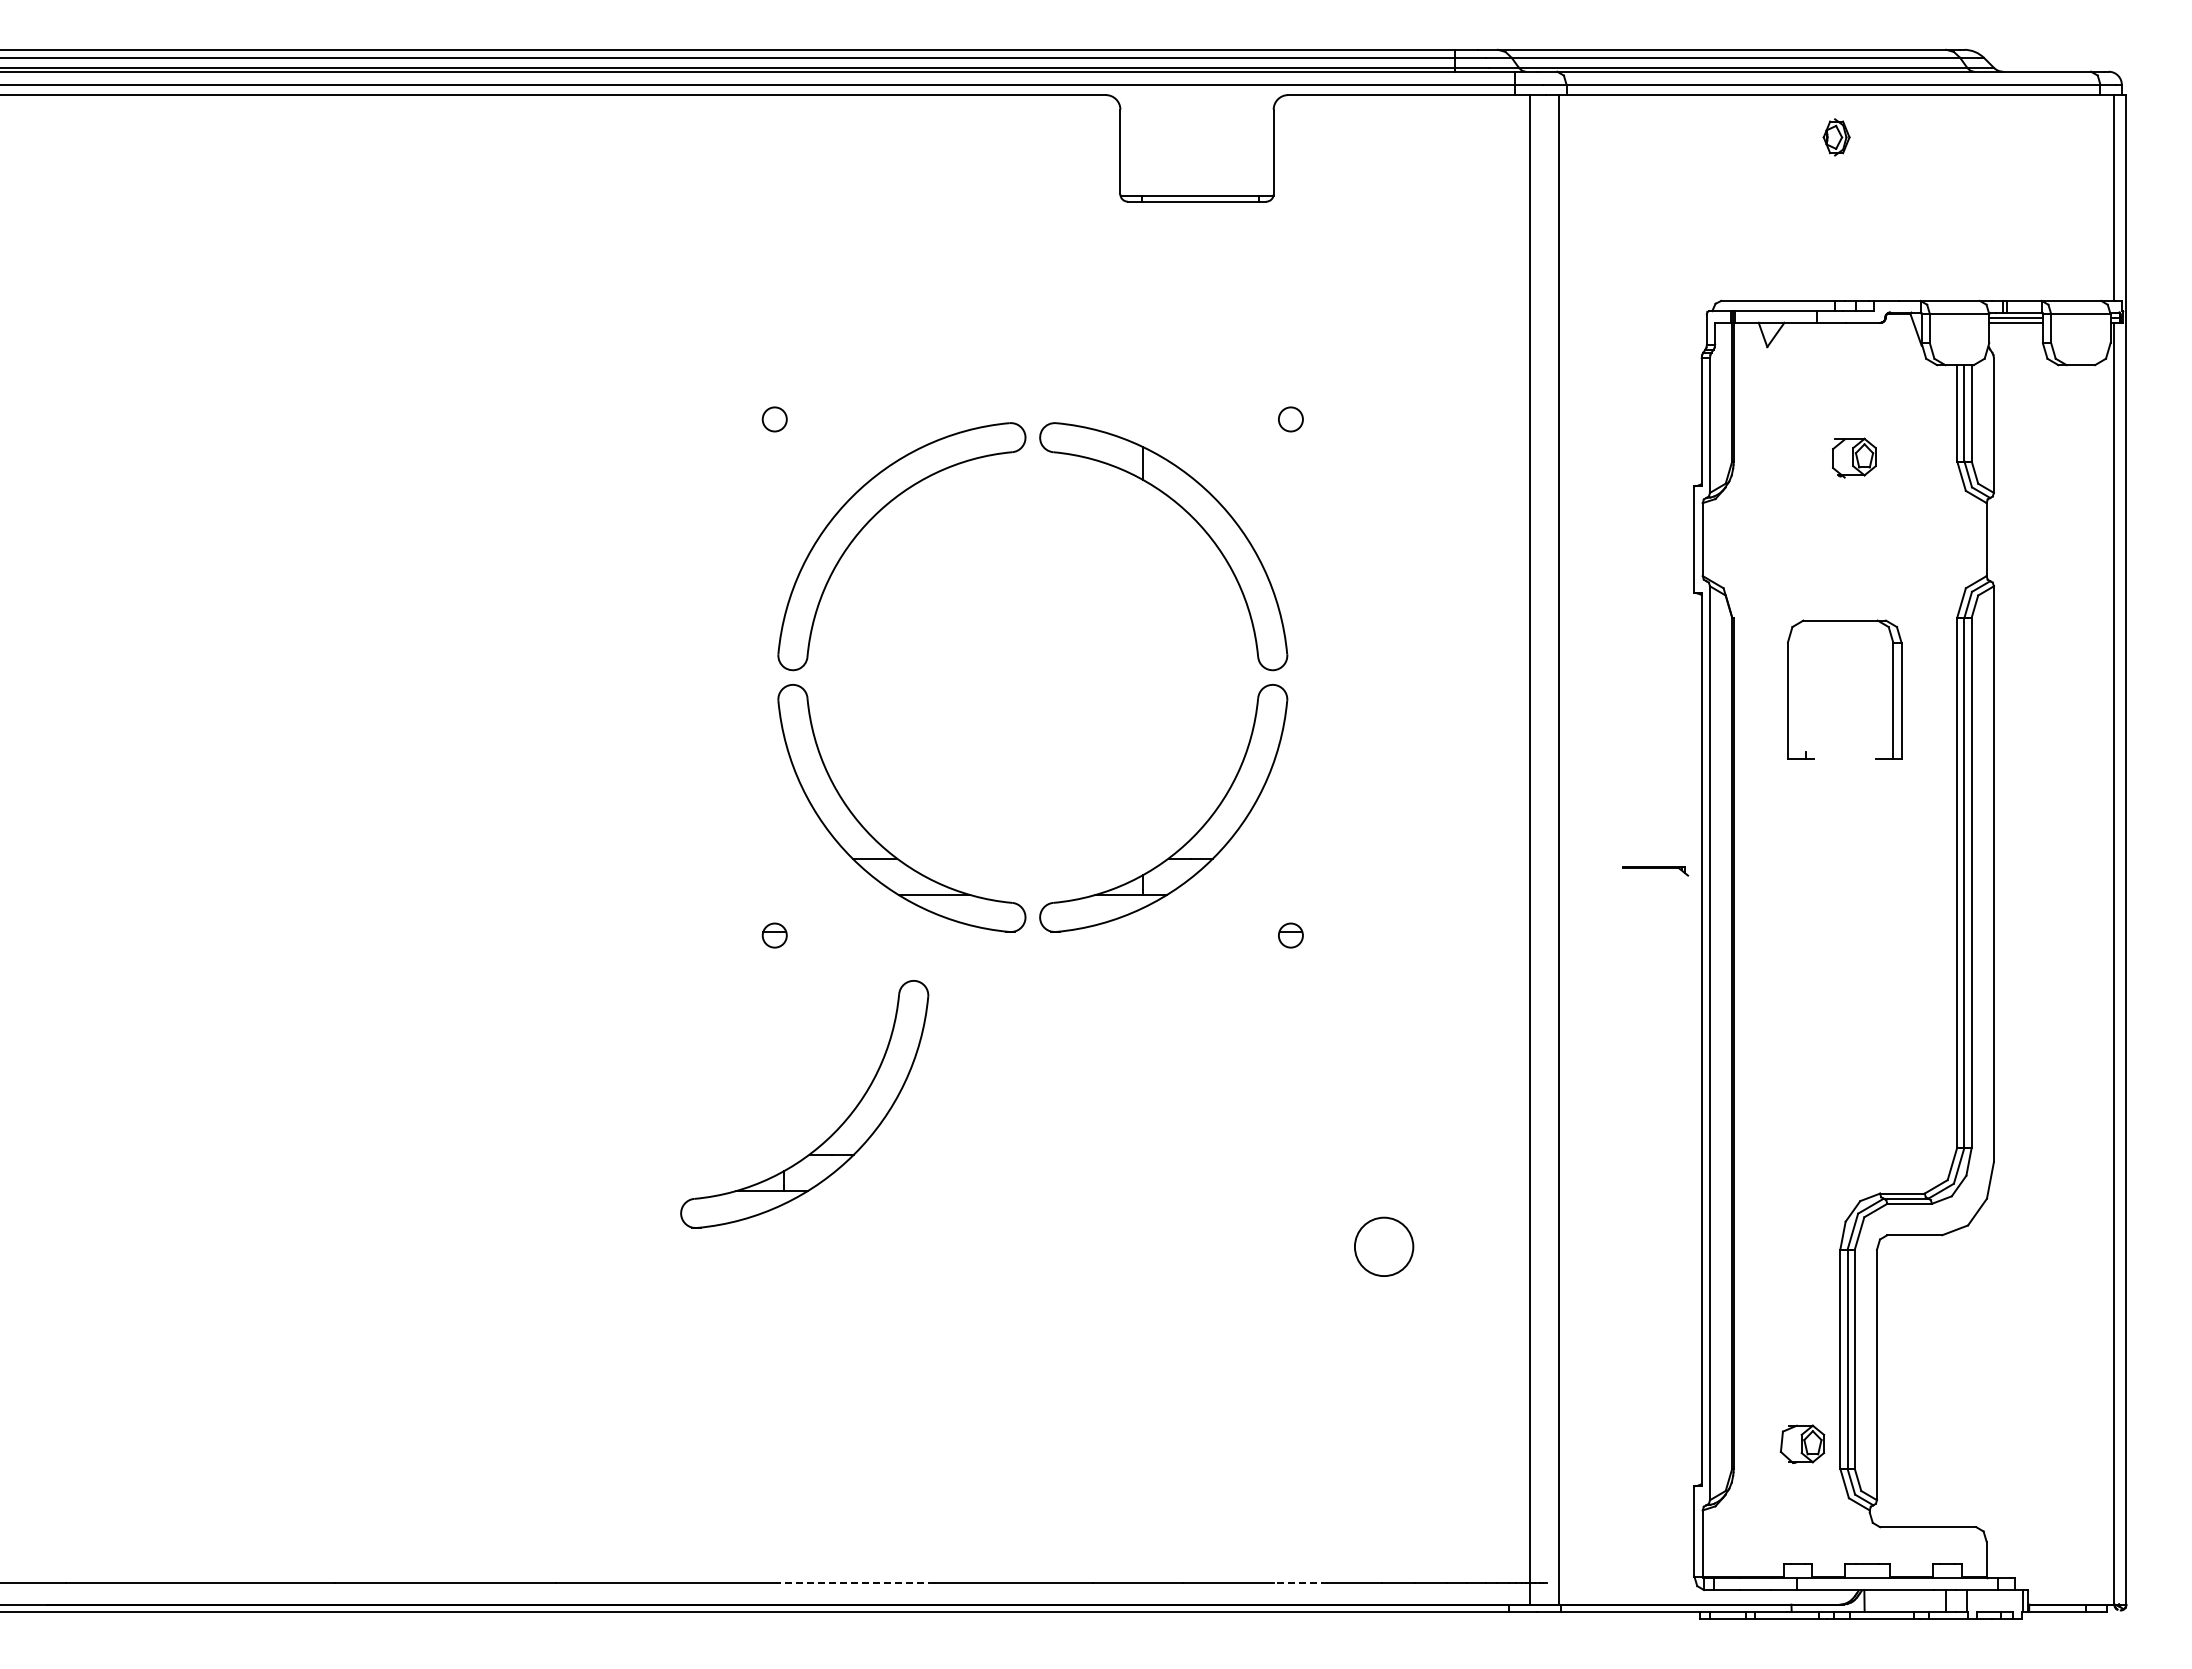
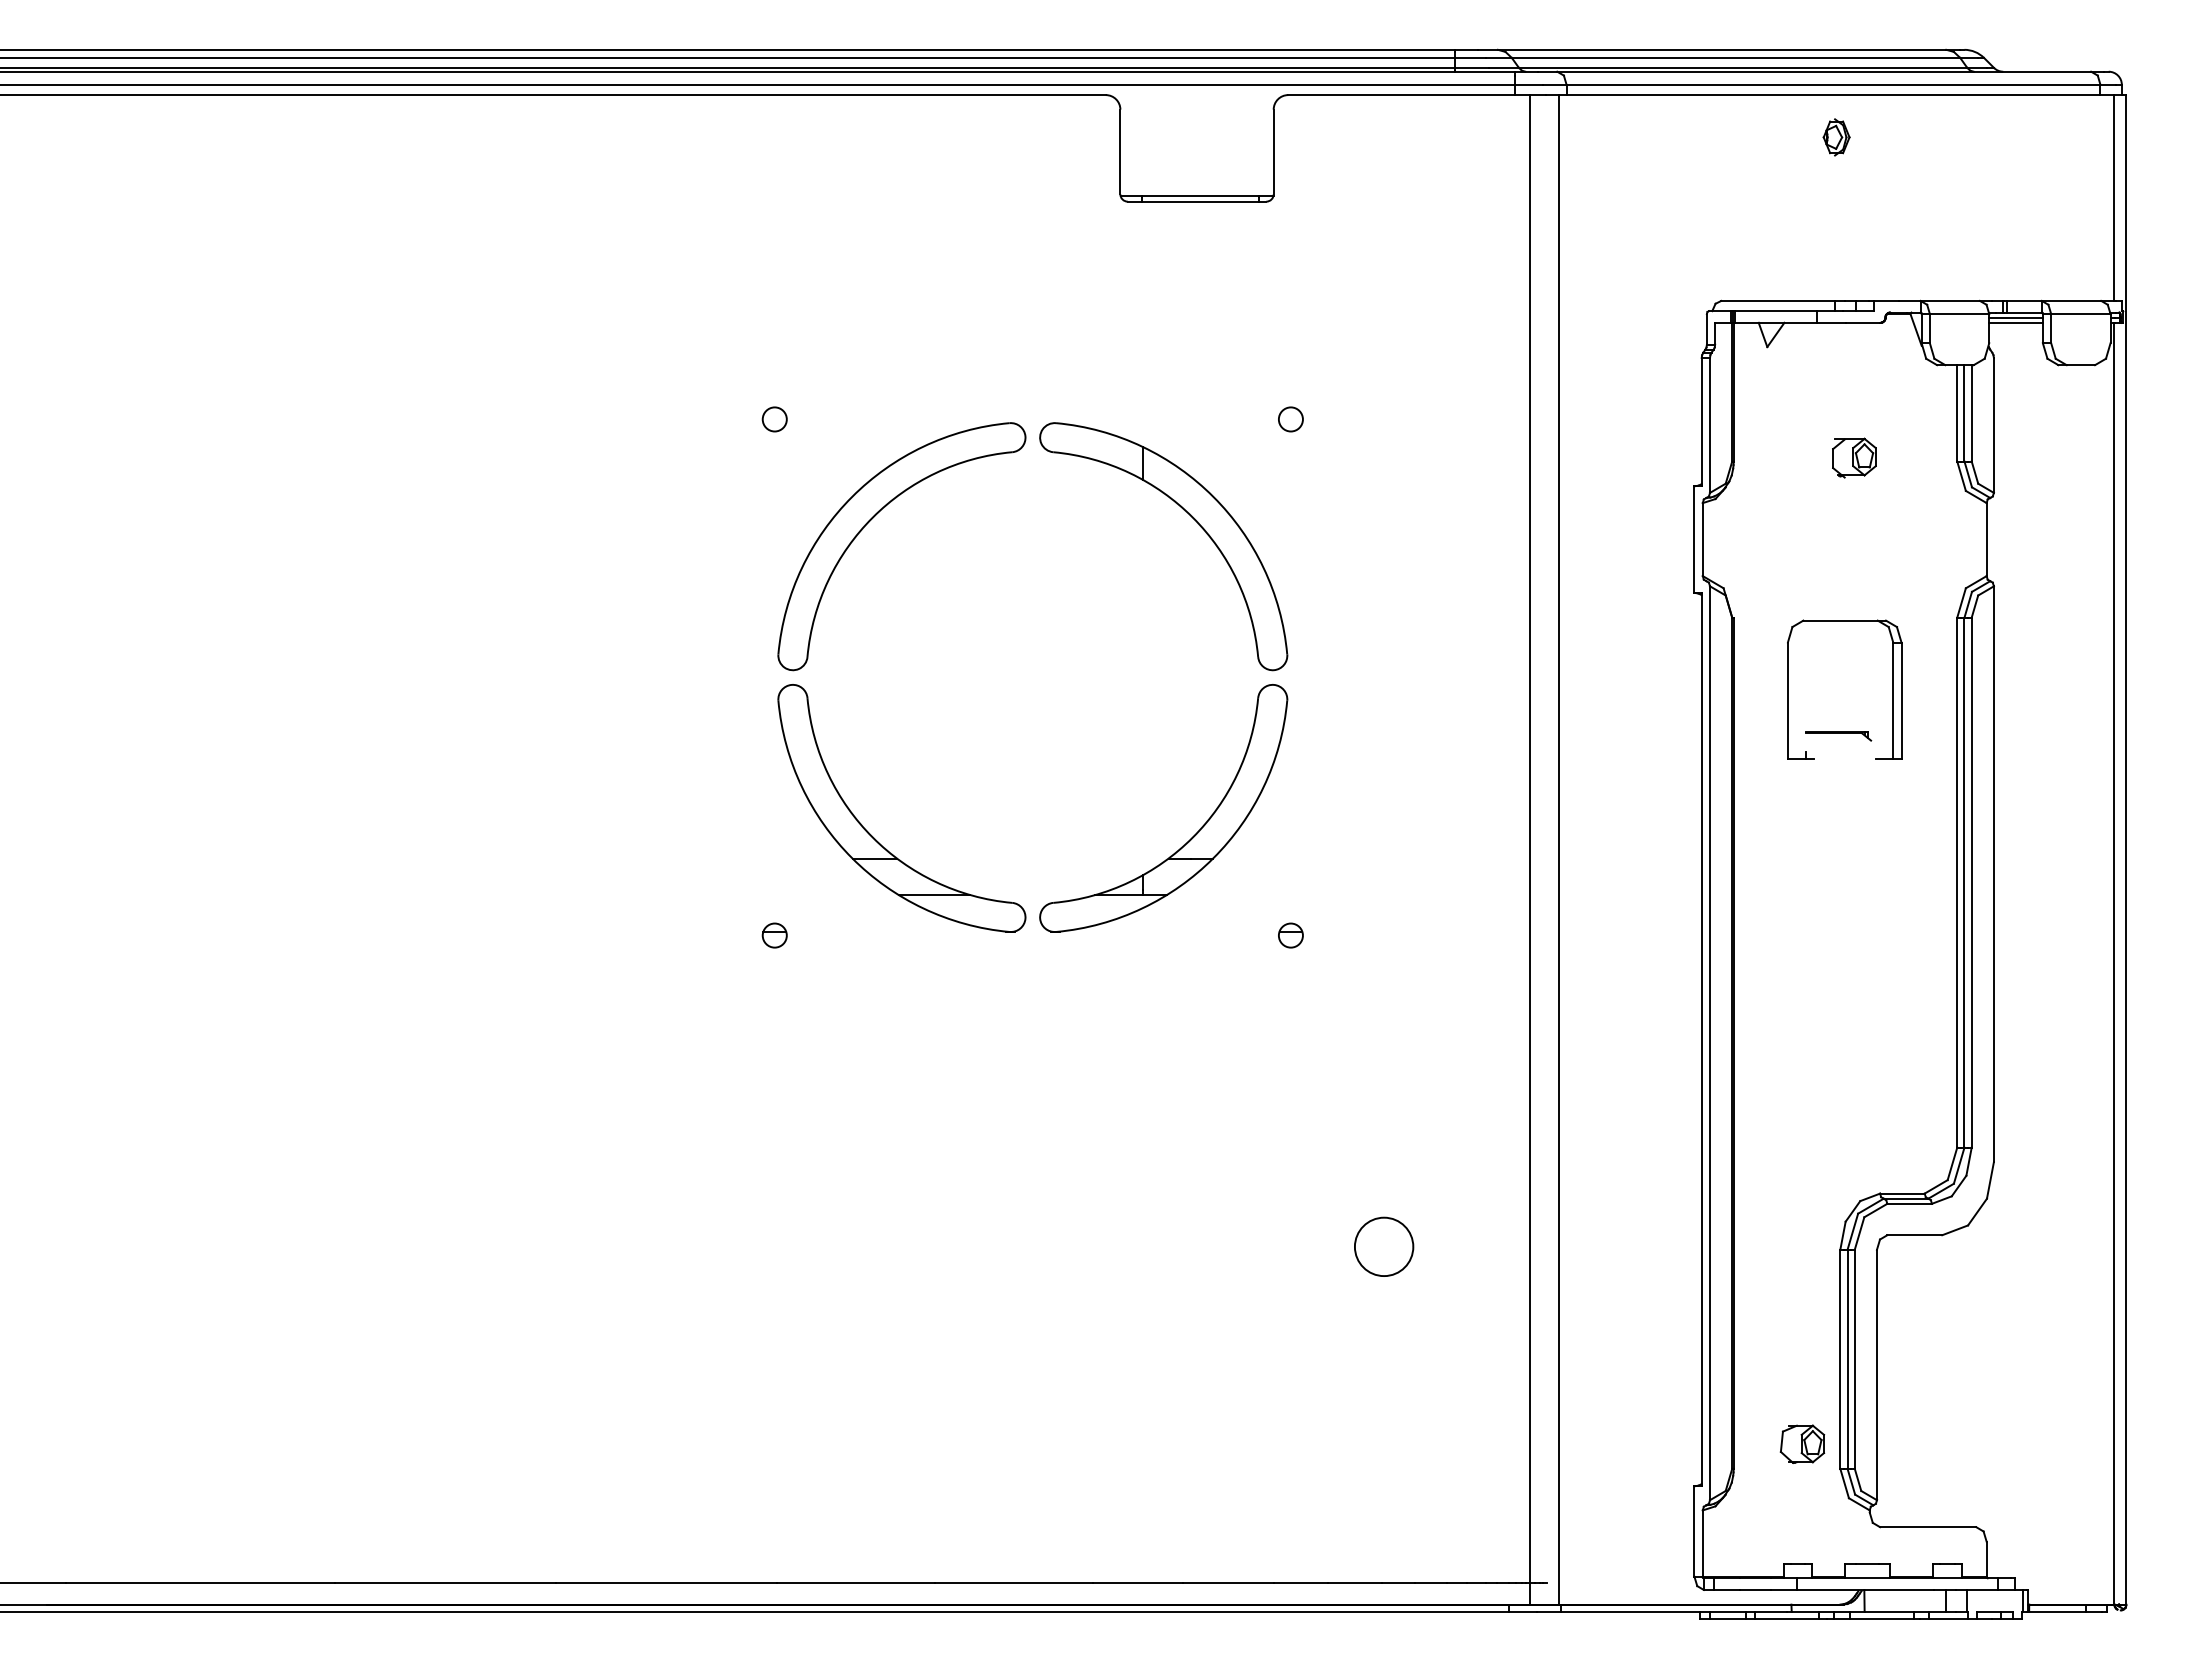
part at (1655, 871) position: (1655, 871) -> (1838, 736)
part at (833, 1132): present -> none
line at (855, 1582): dashed -> solid
line at (1300, 1582): dashed -> solid
